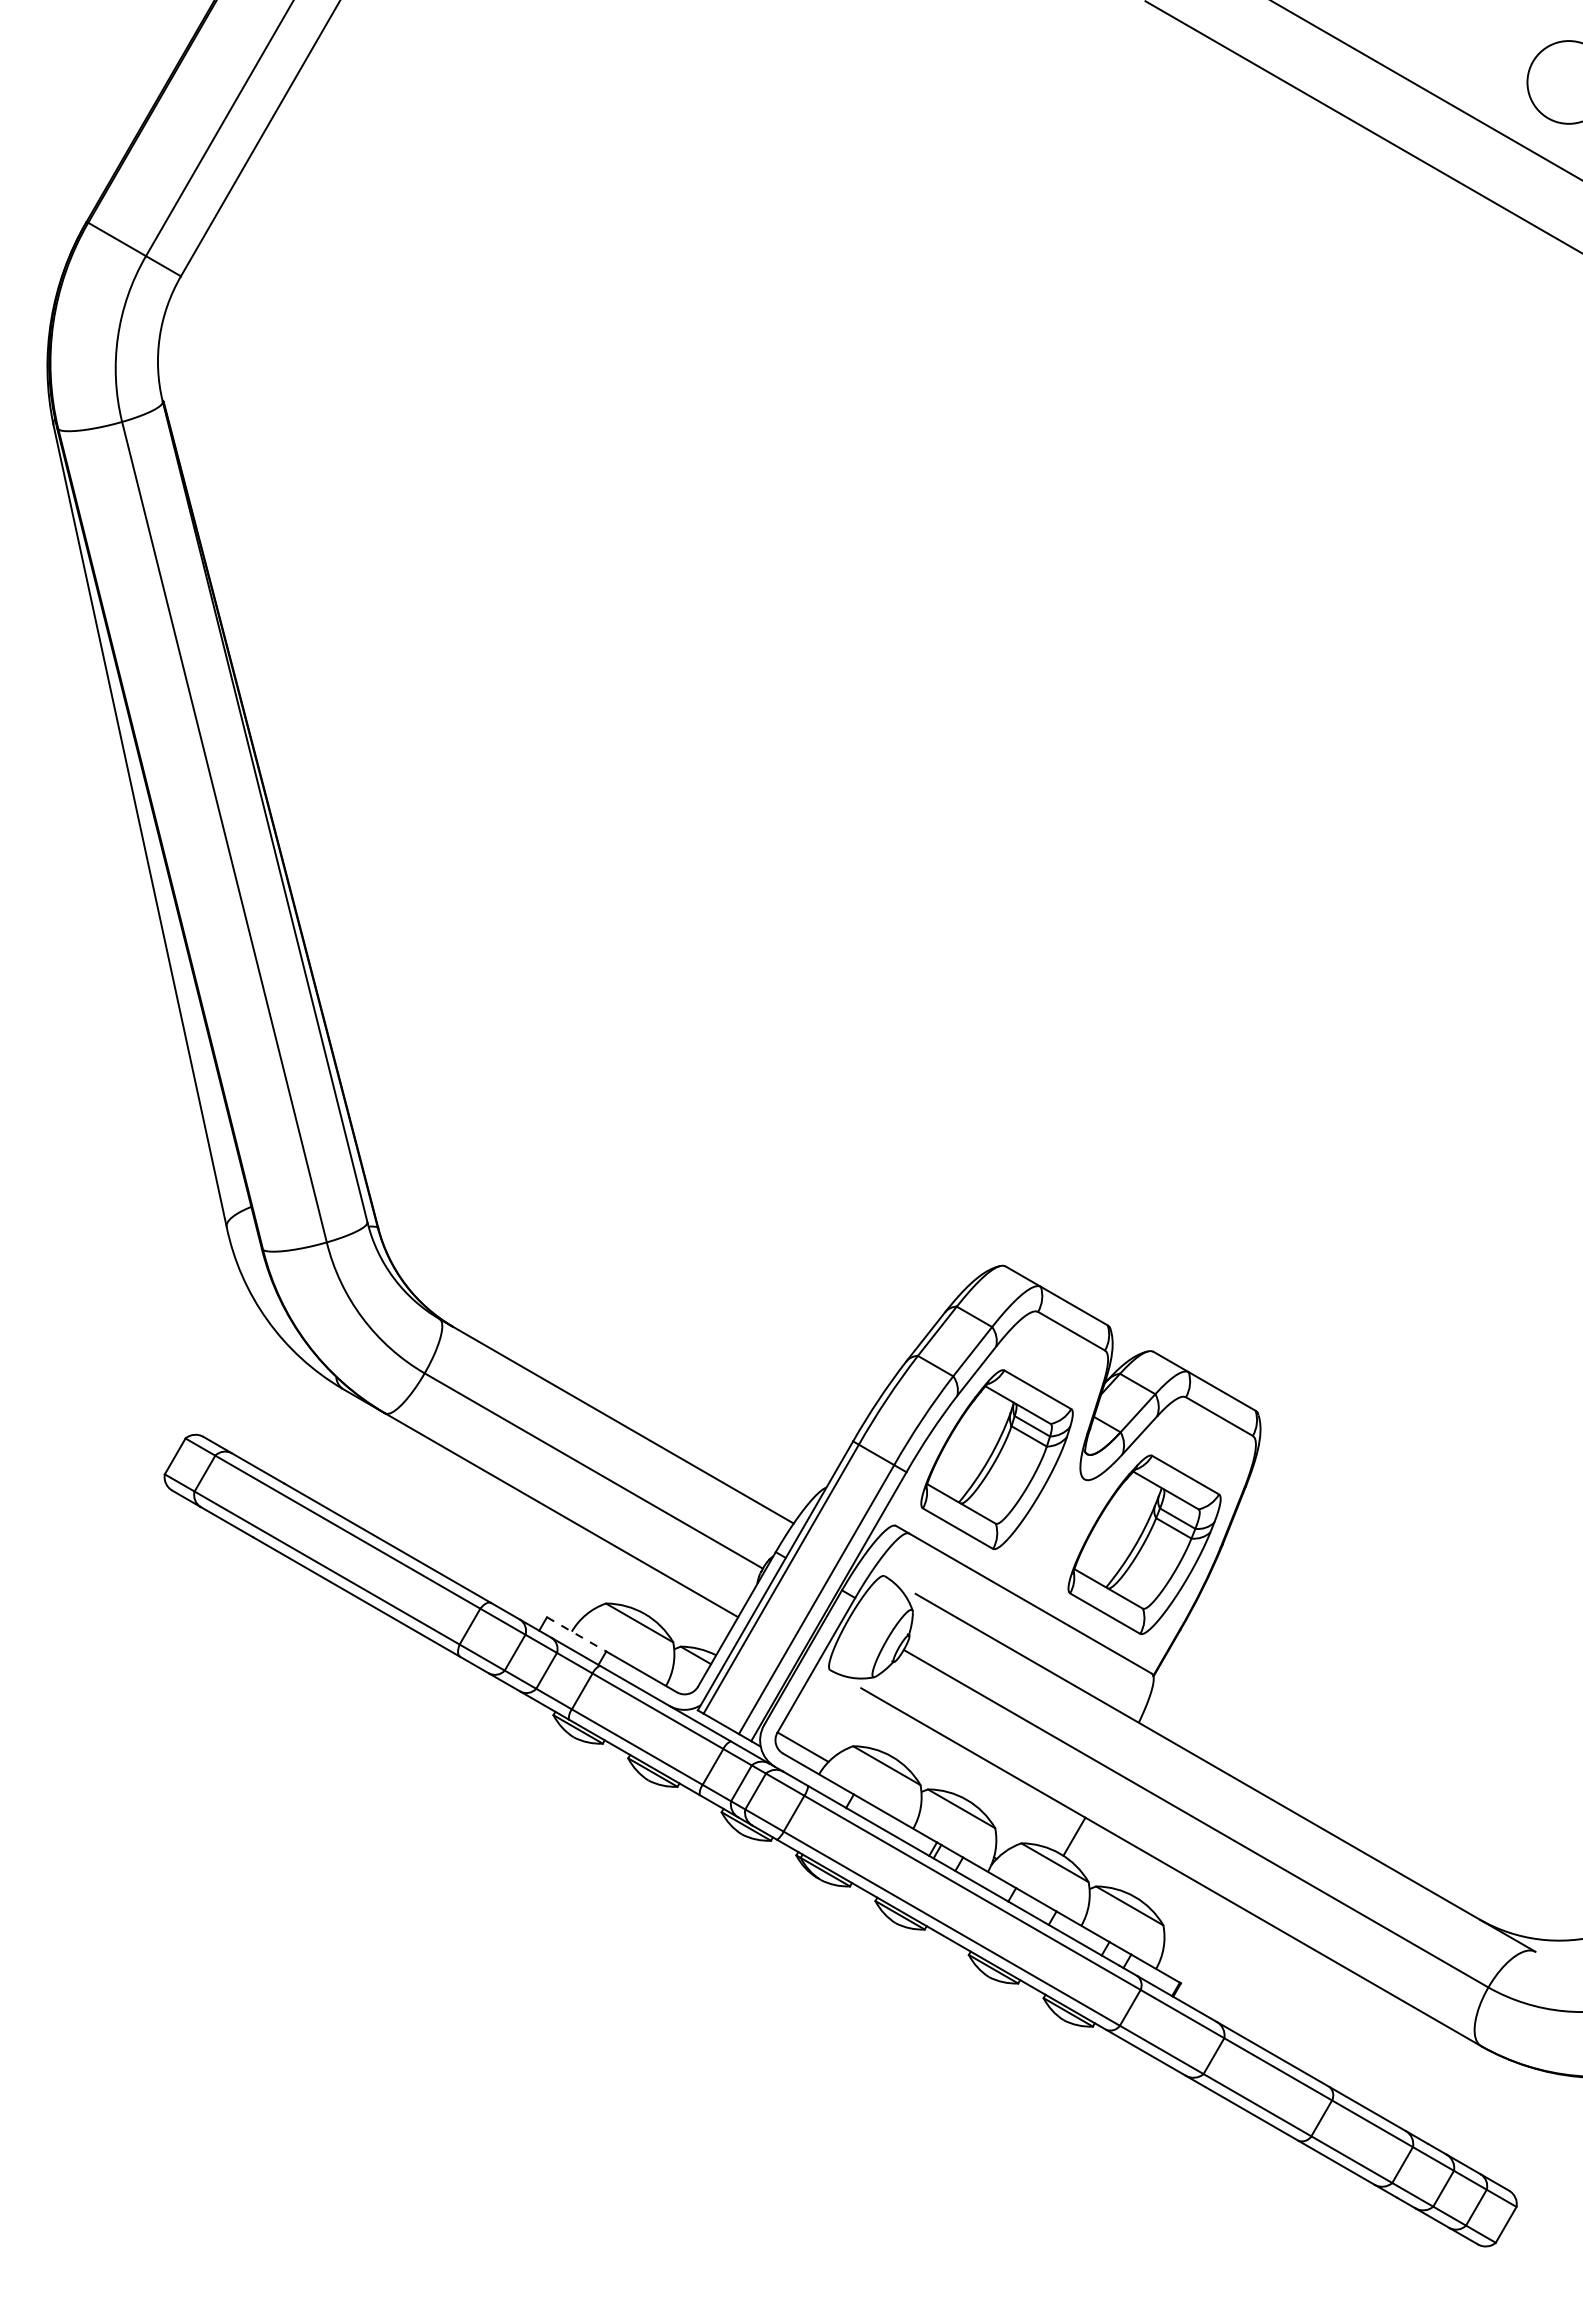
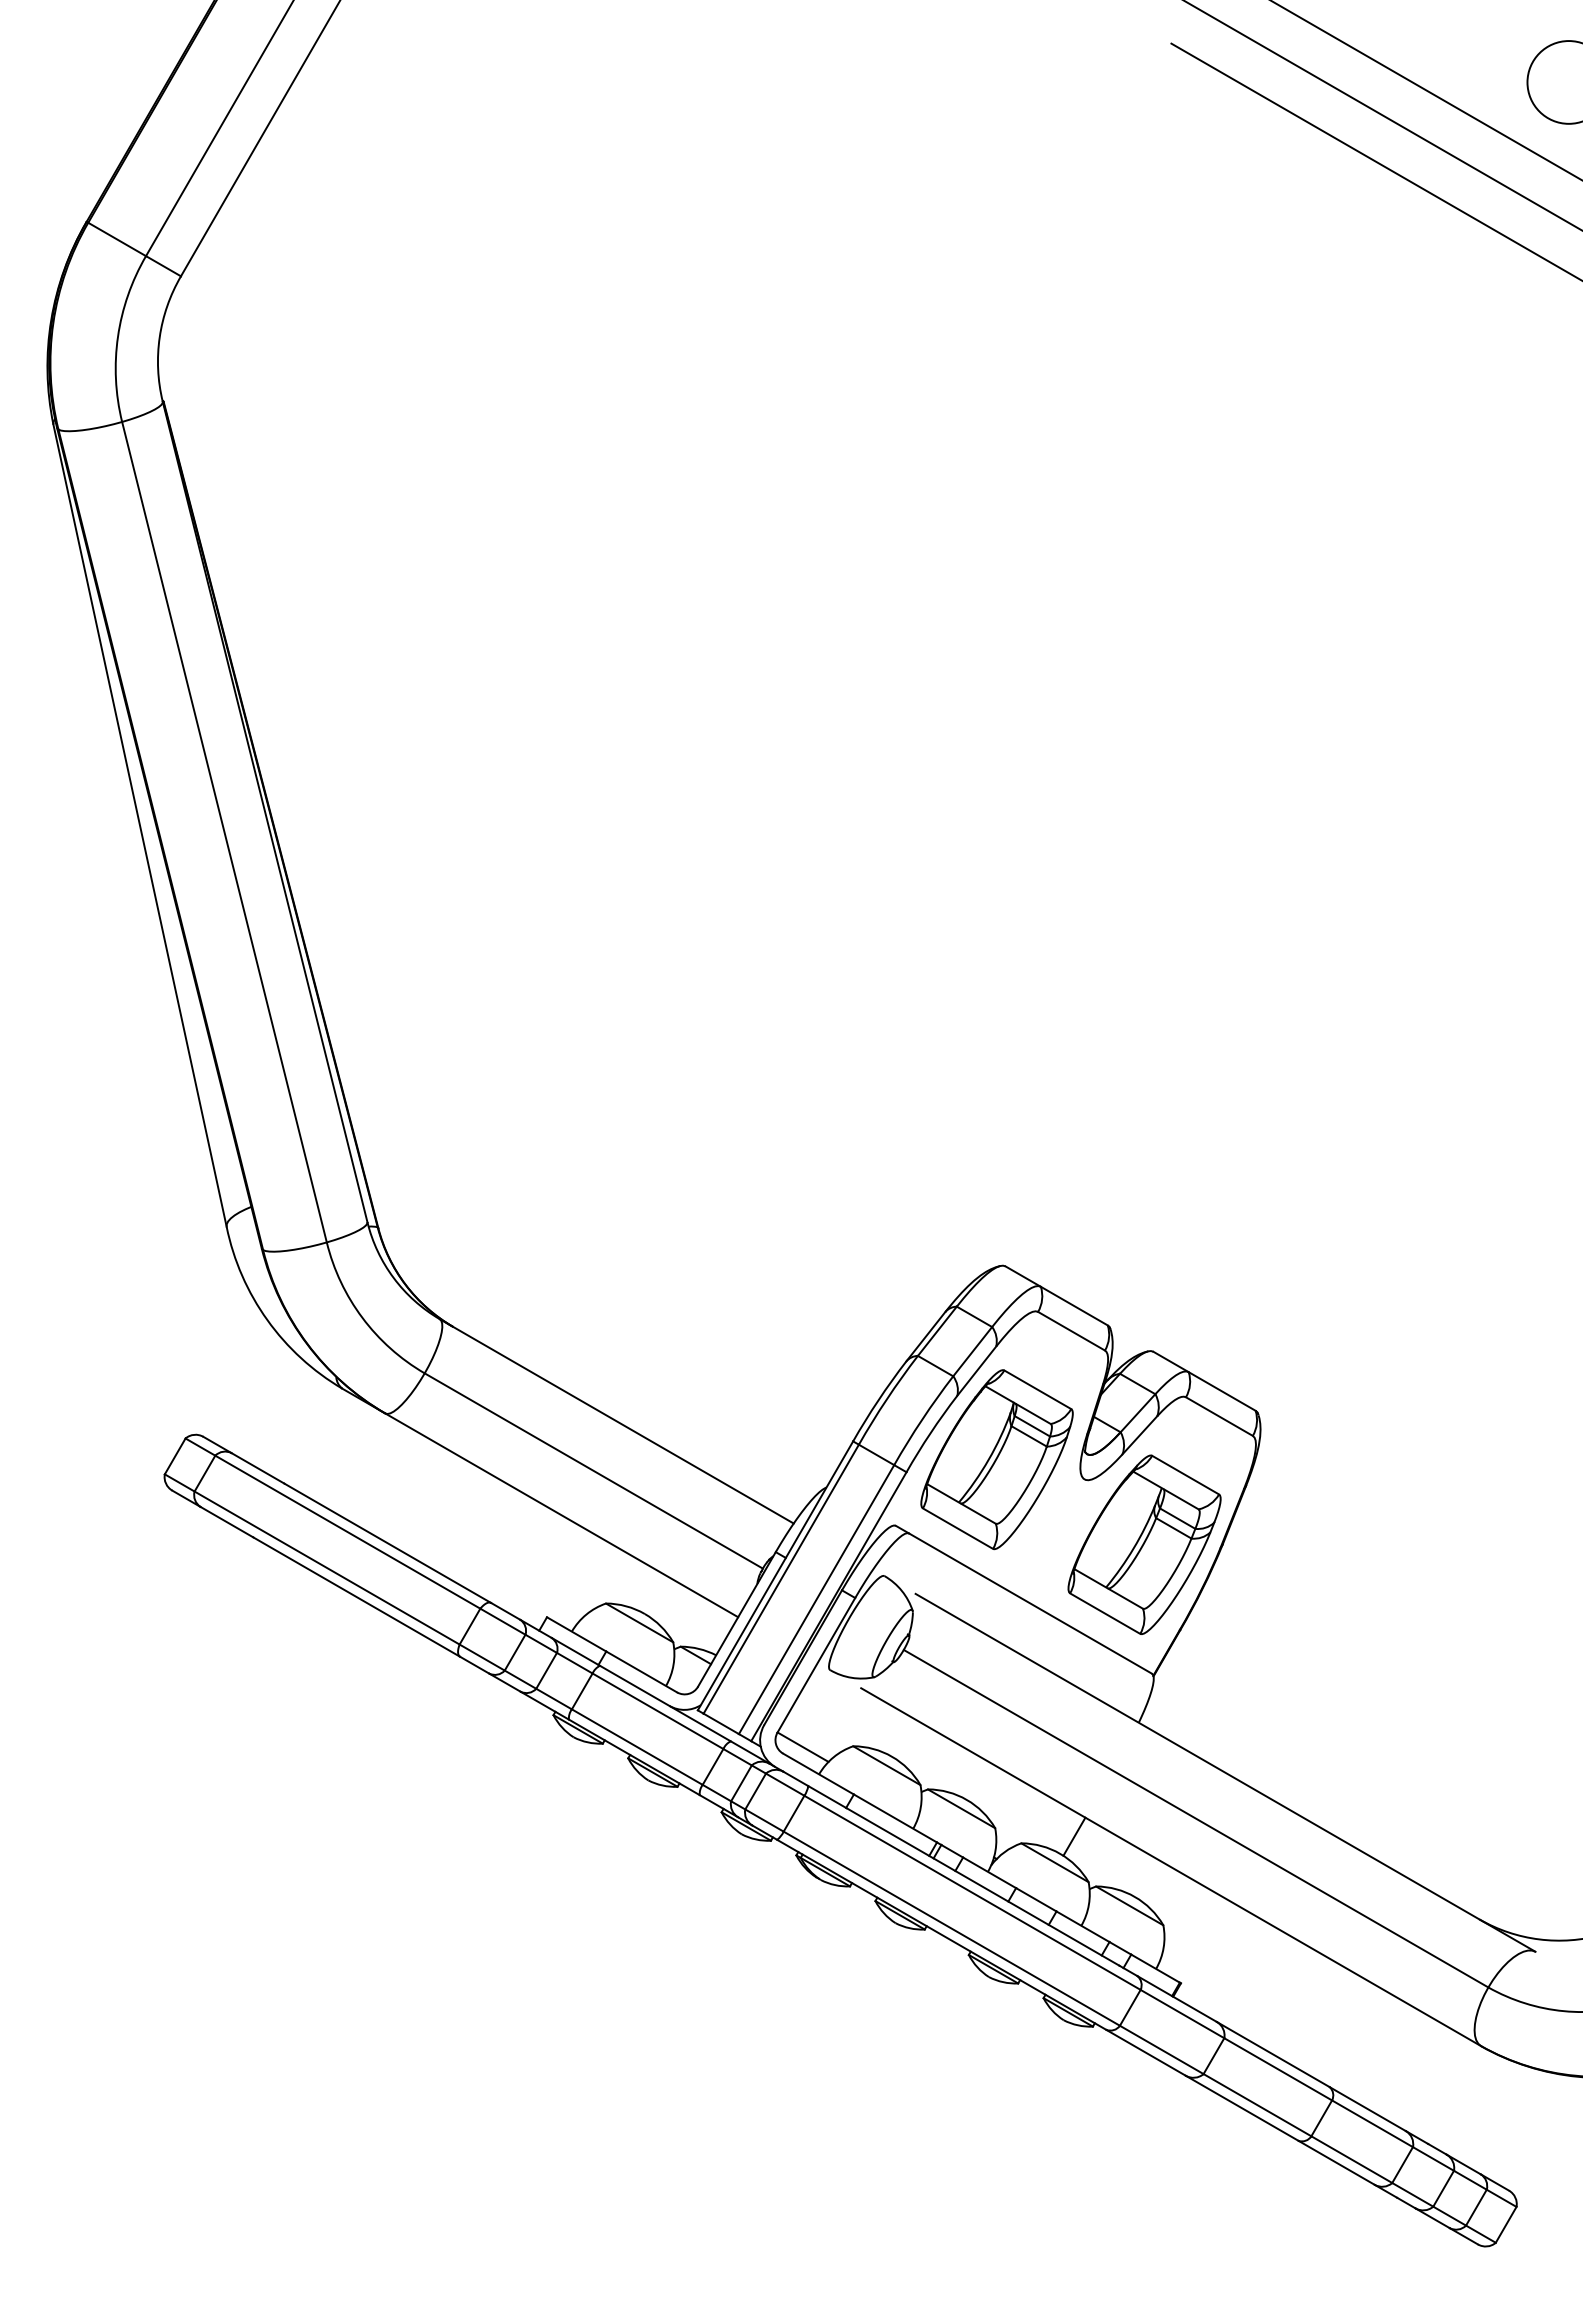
line at (1363, 126) position: (1363, 126) -> (1382, 115)
line at (1375, 161): none -> present
line at (577, 1634): dashed -> solid
